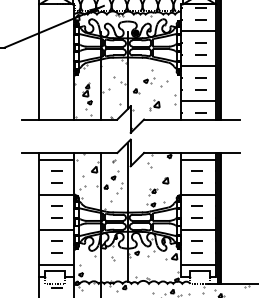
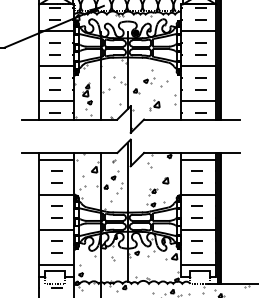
hatch at (56, 60): none -> present
